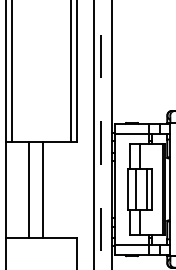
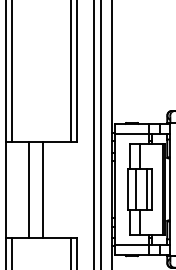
line at (100, 134): dashed -> solid
line at (11, 251): none -> present
line at (71, 251): none -> present
